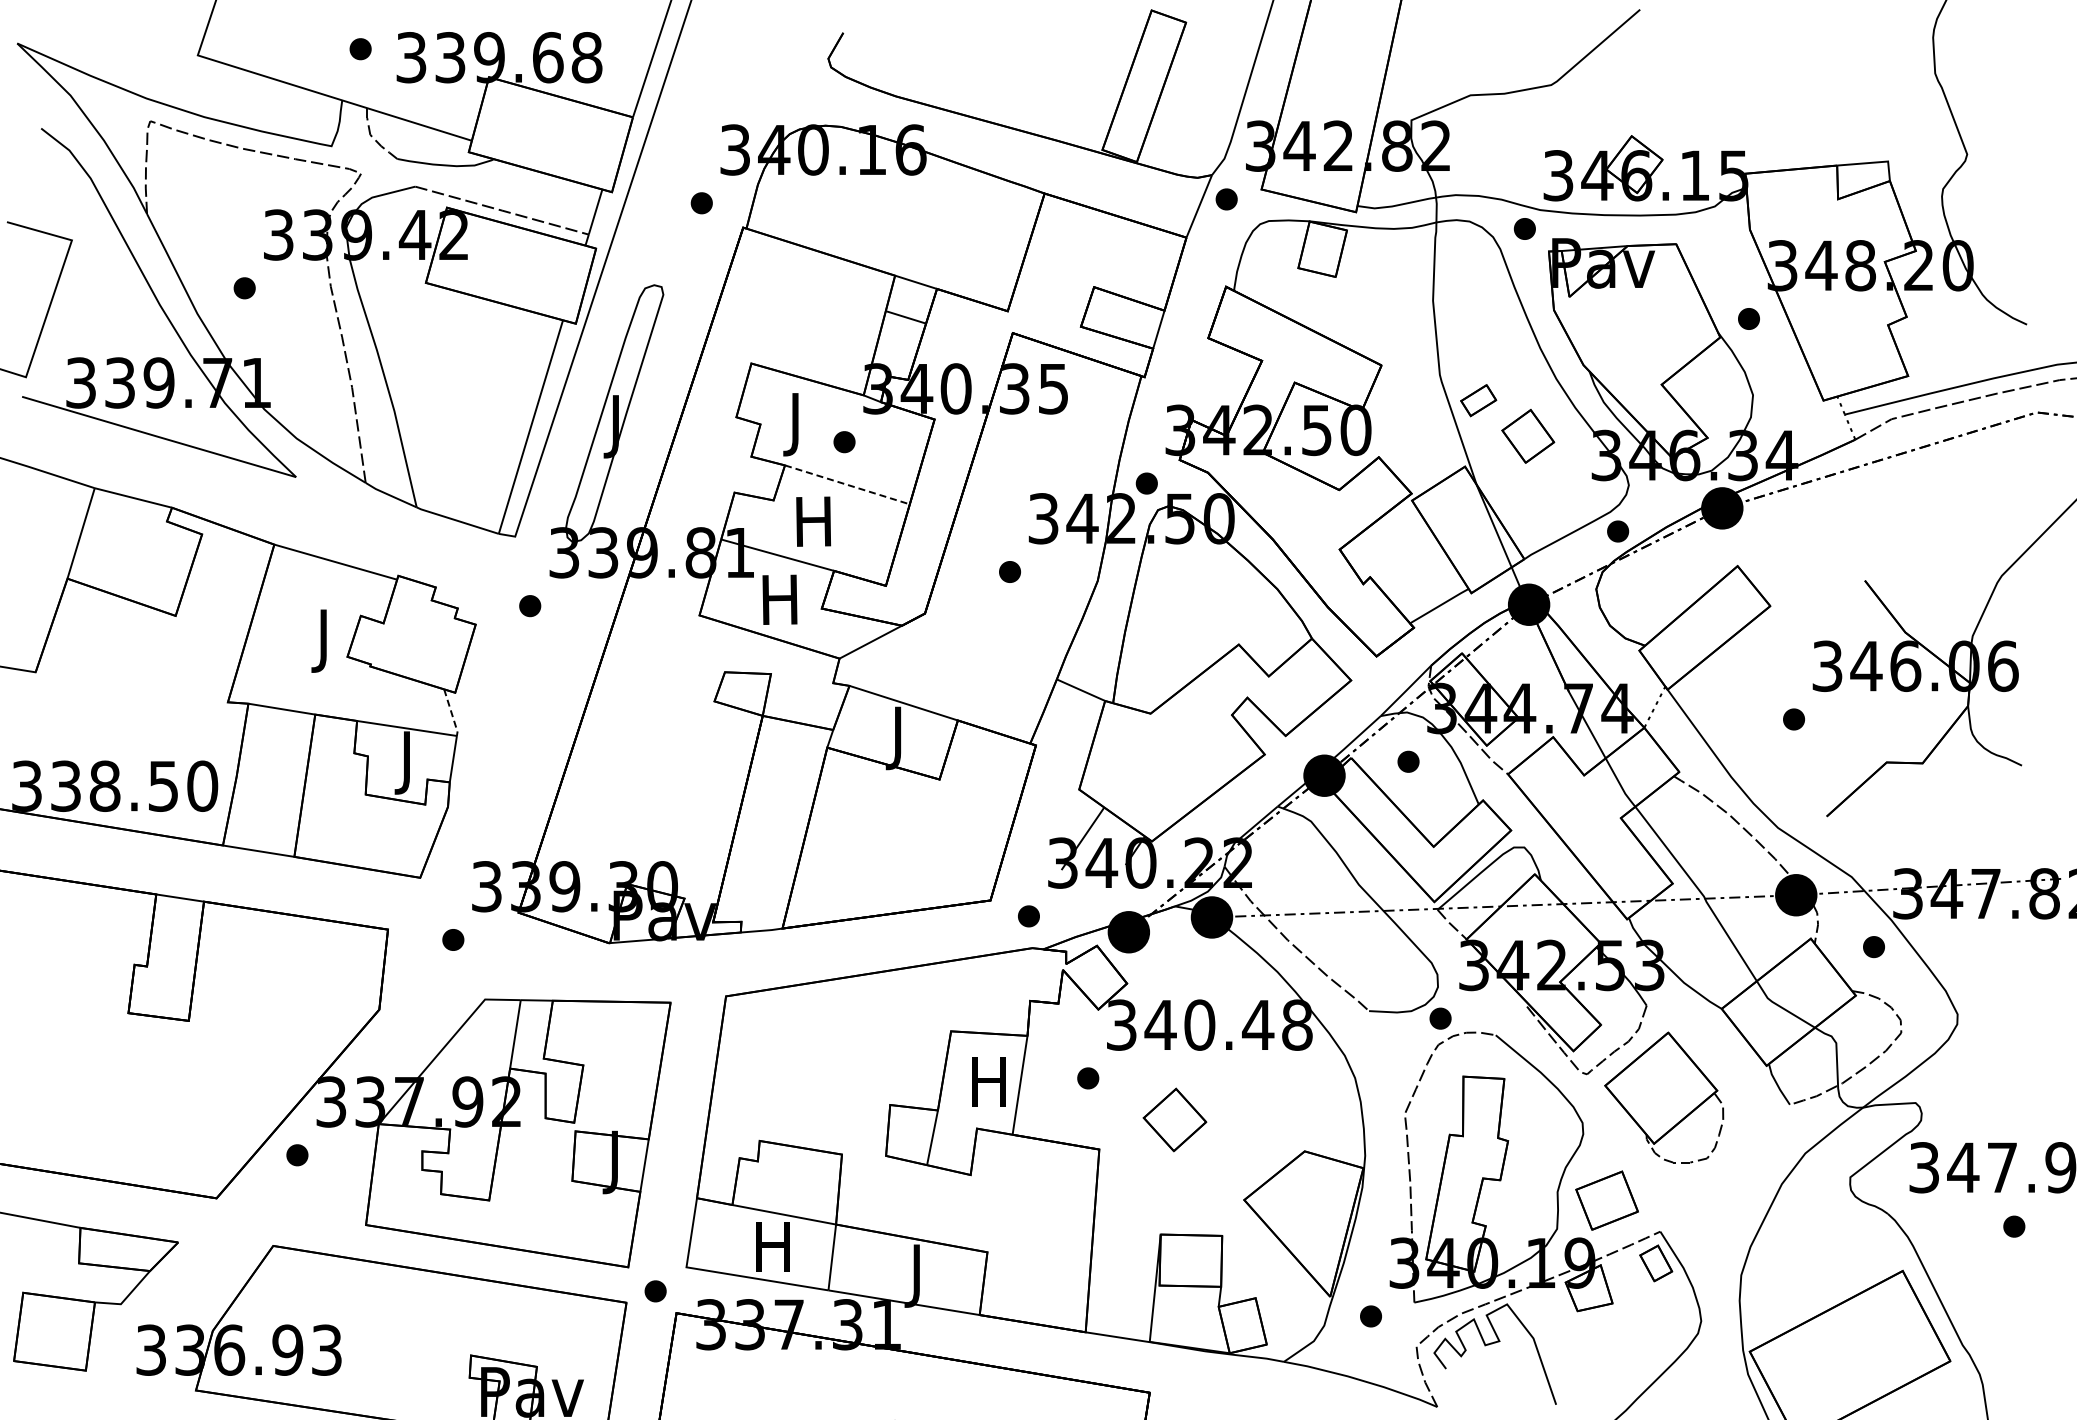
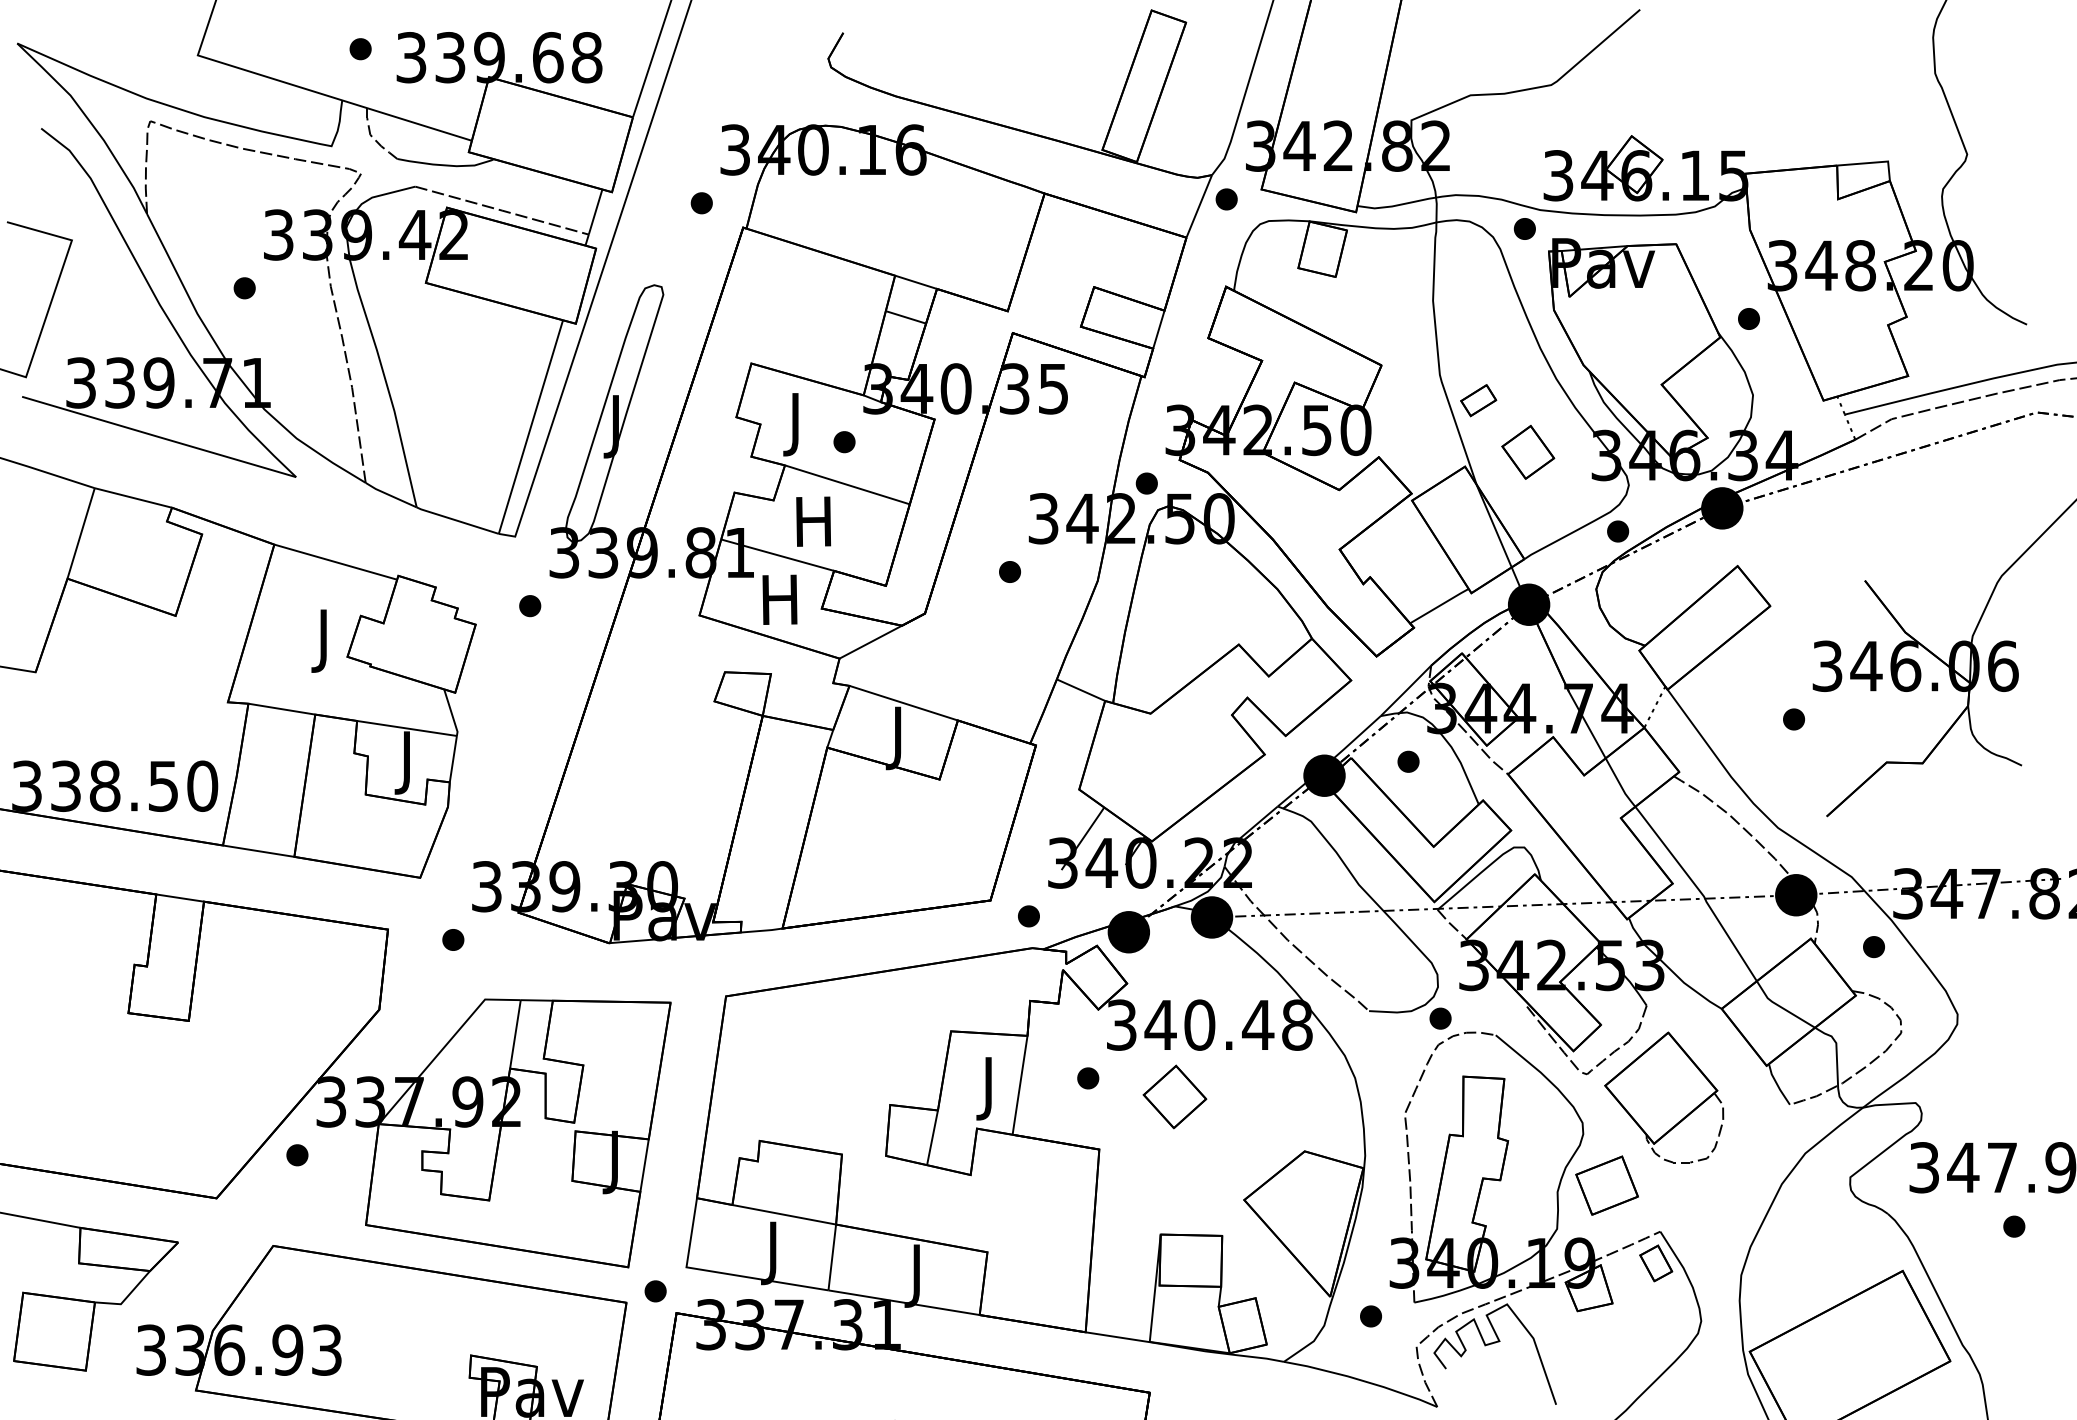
part at (1528, 436) position: (1528, 436) -> (1528, 452)
line at (847, 485): dashed -> solid
line at (451, 713): dashed -> solid
text at (988, 1088): H -> J
part at (1174, 1119) position: (1174, 1119) -> (1174, 1096)
part at (1606, 1200) position: (1606, 1200) -> (1606, 1185)
text at (772, 1253): H -> J
